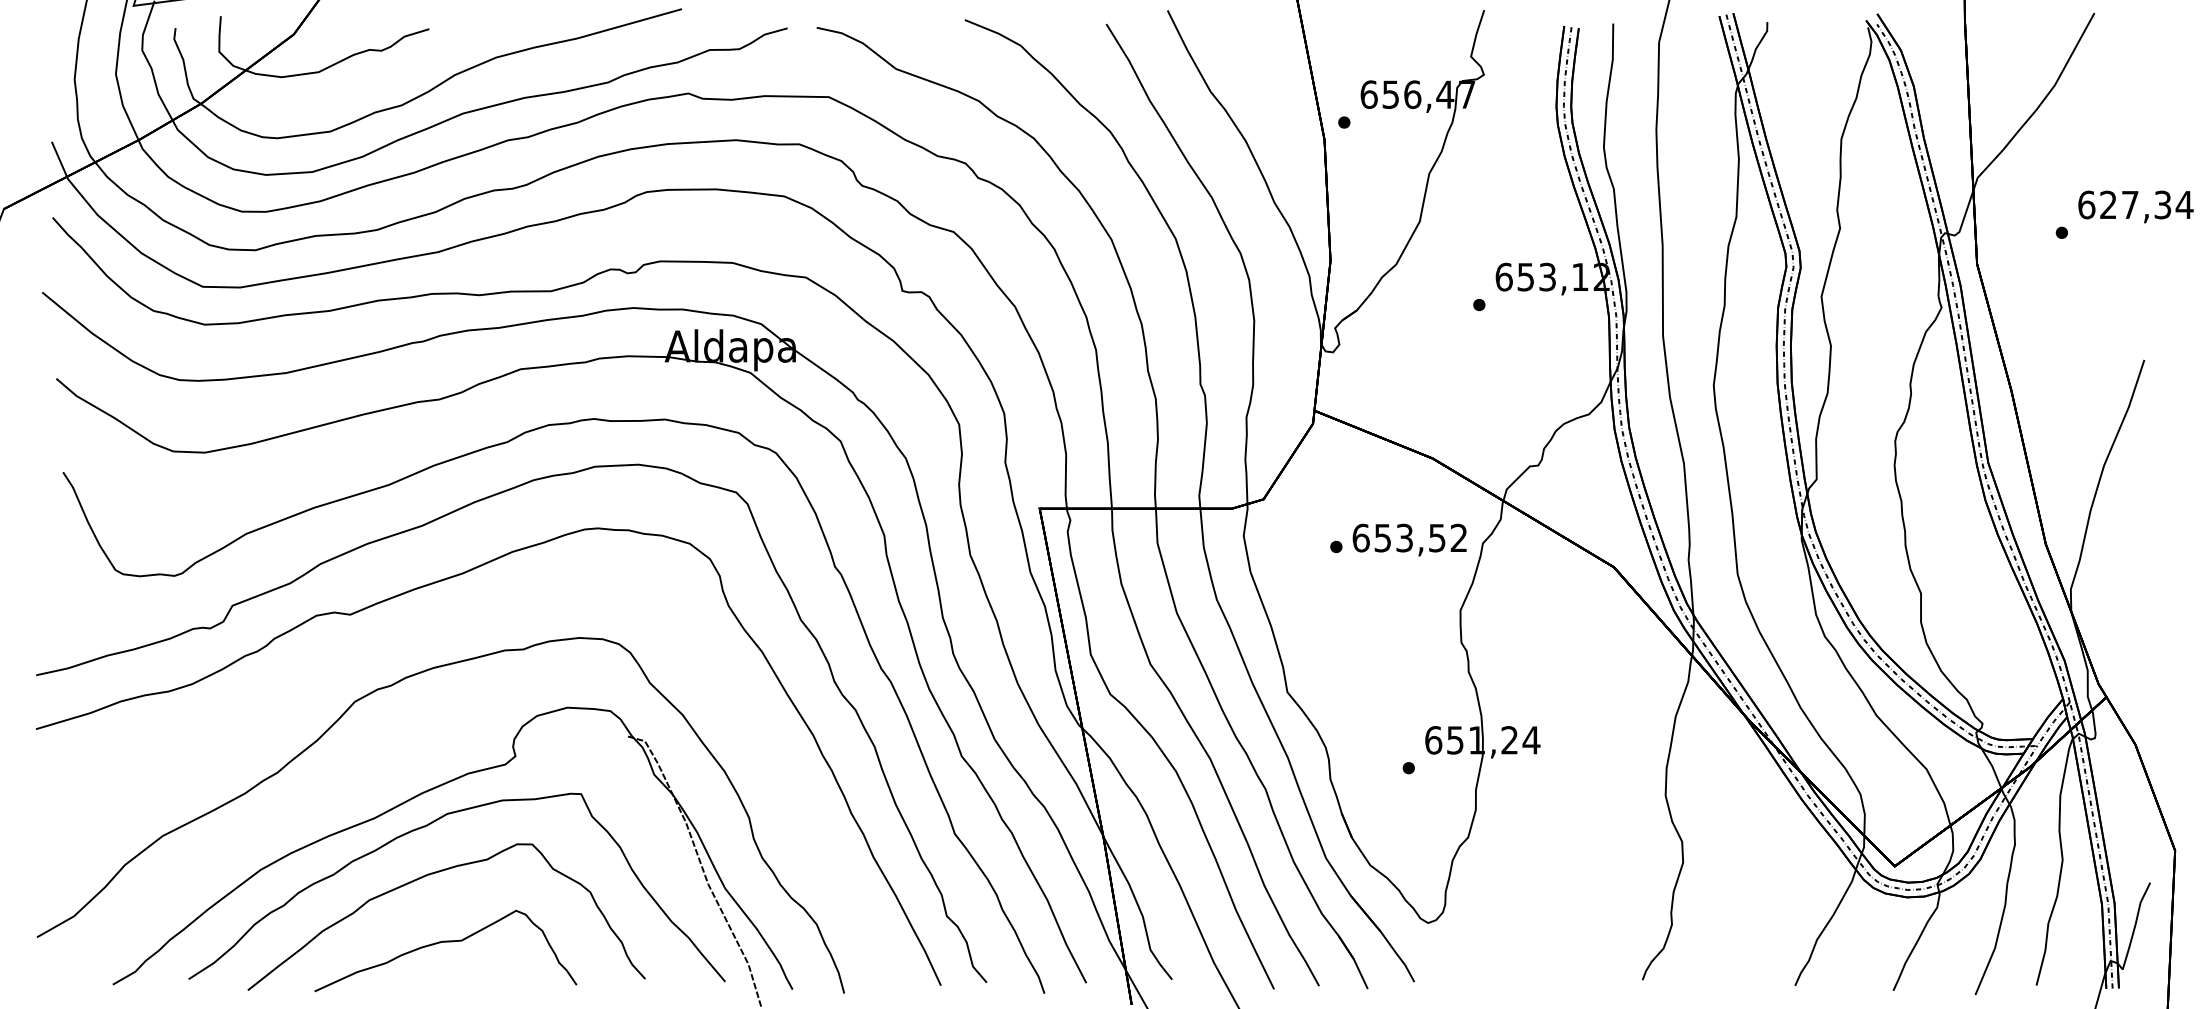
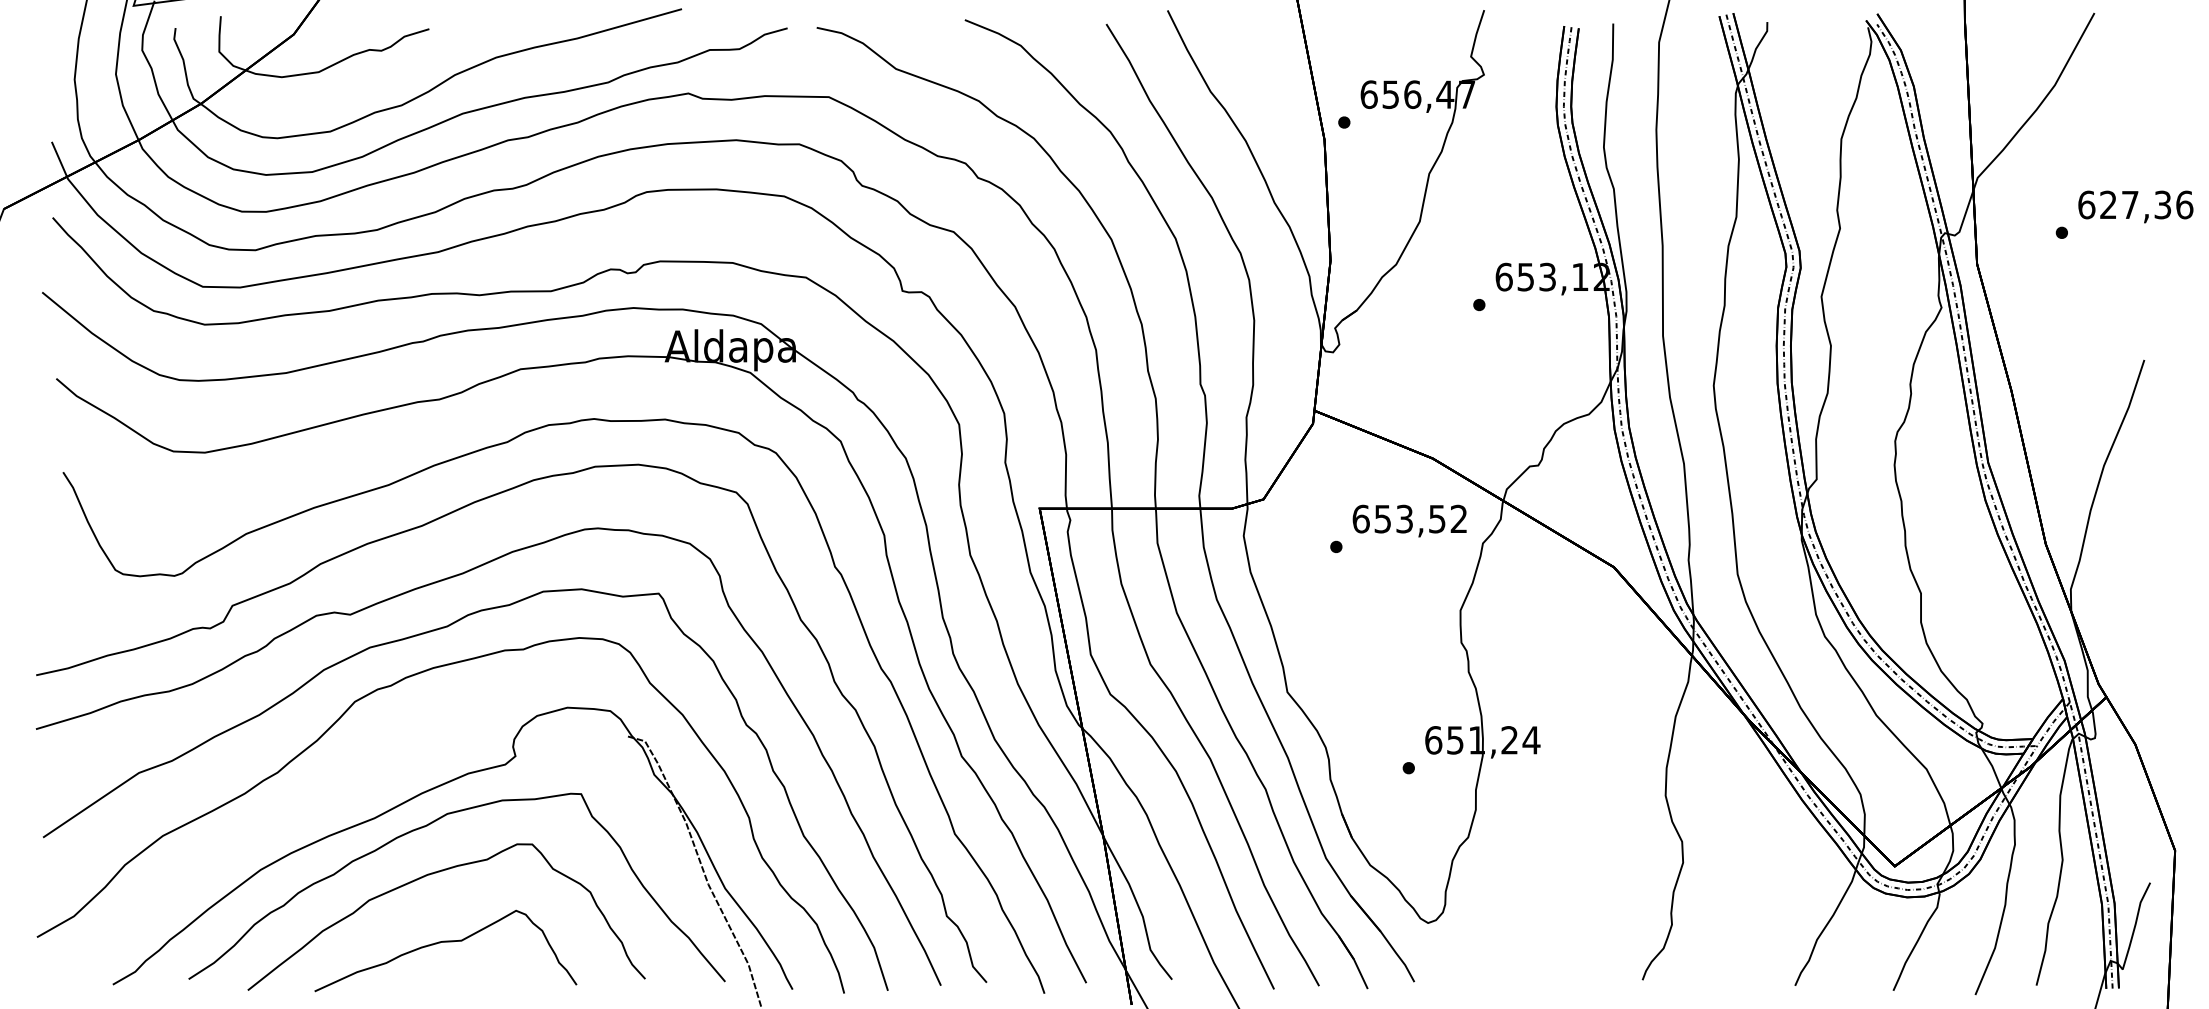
text at (2184, 204): 627,34 -> 627,36
text at (1409, 539) position: (1409, 539) -> (1409, 520)
curve at (420, 635): none -> present
